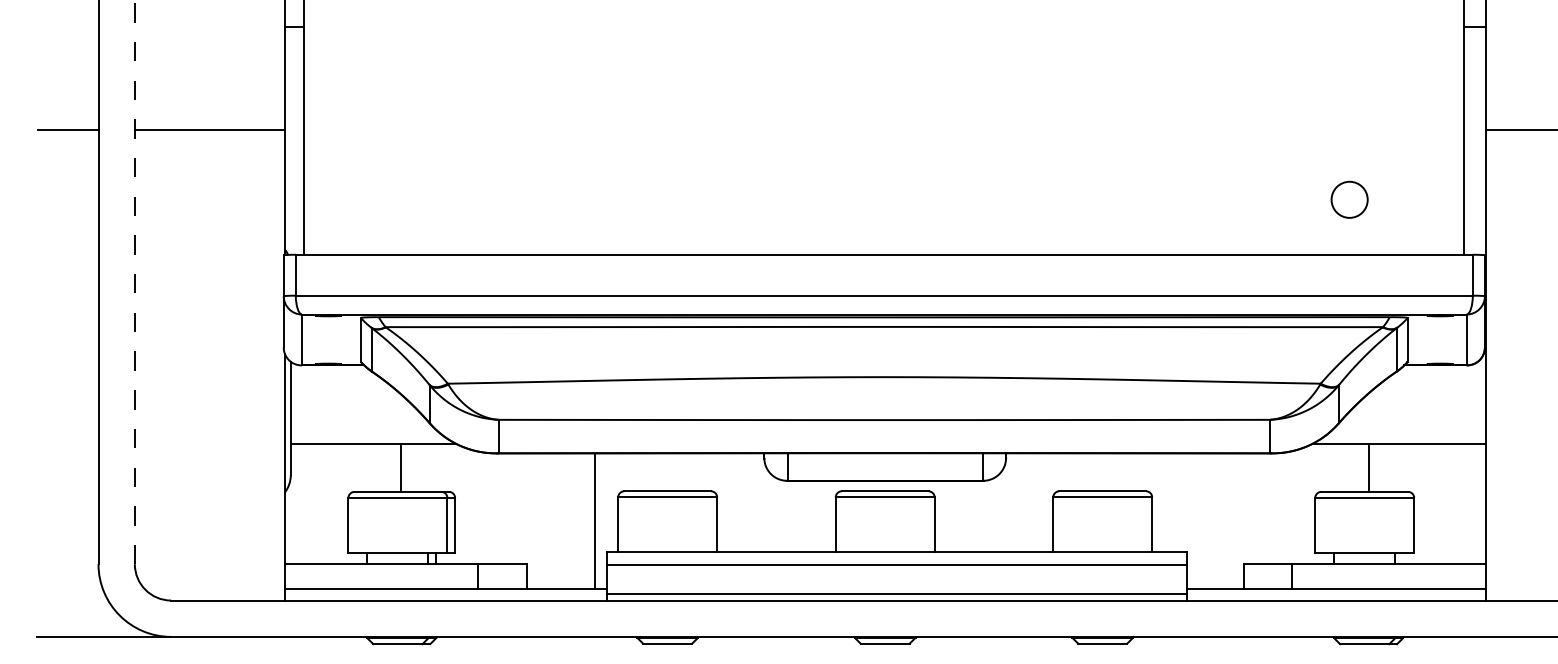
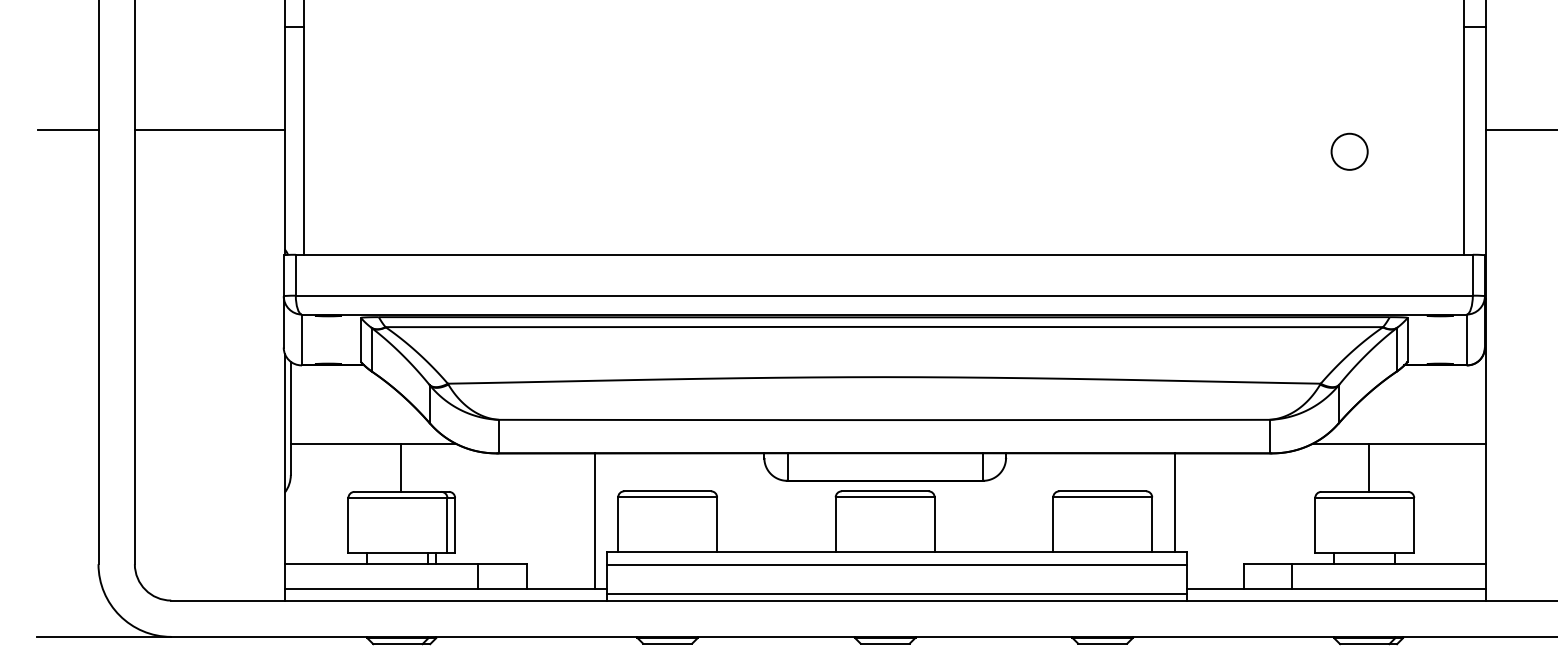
part at (1349, 199) position: (1349, 199) -> (1349, 151)
line at (134, 282): dashed -> solid
line at (1175, 502): none -> present
